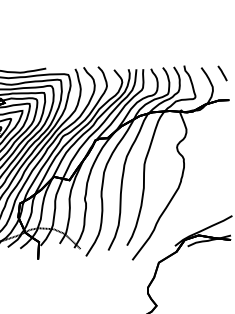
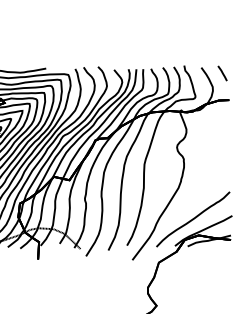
curve at (193, 219): none -> present
